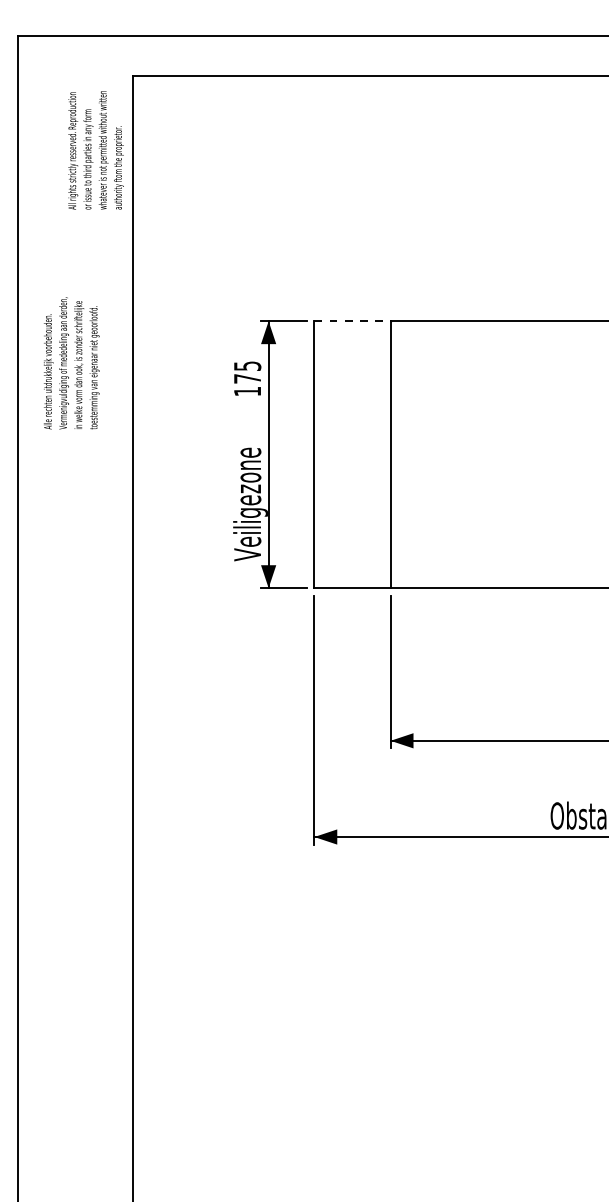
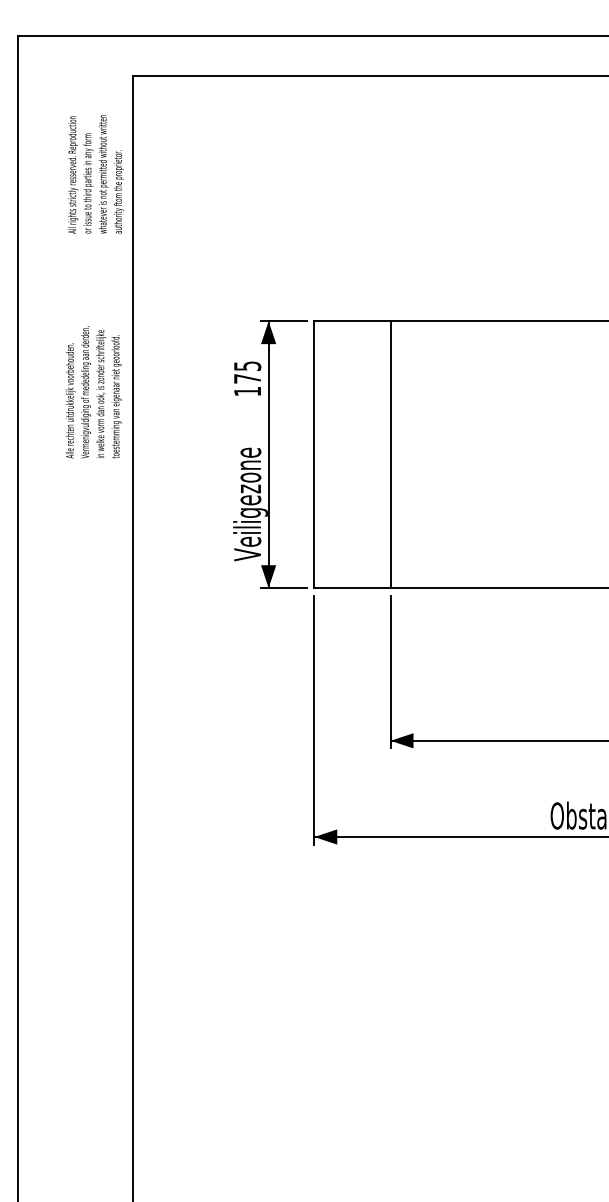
text at (95, 150) position: (95, 150) -> (95, 174)
line at (353, 321): dashed -> solid
text at (71, 363) position: (71, 363) -> (93, 392)
